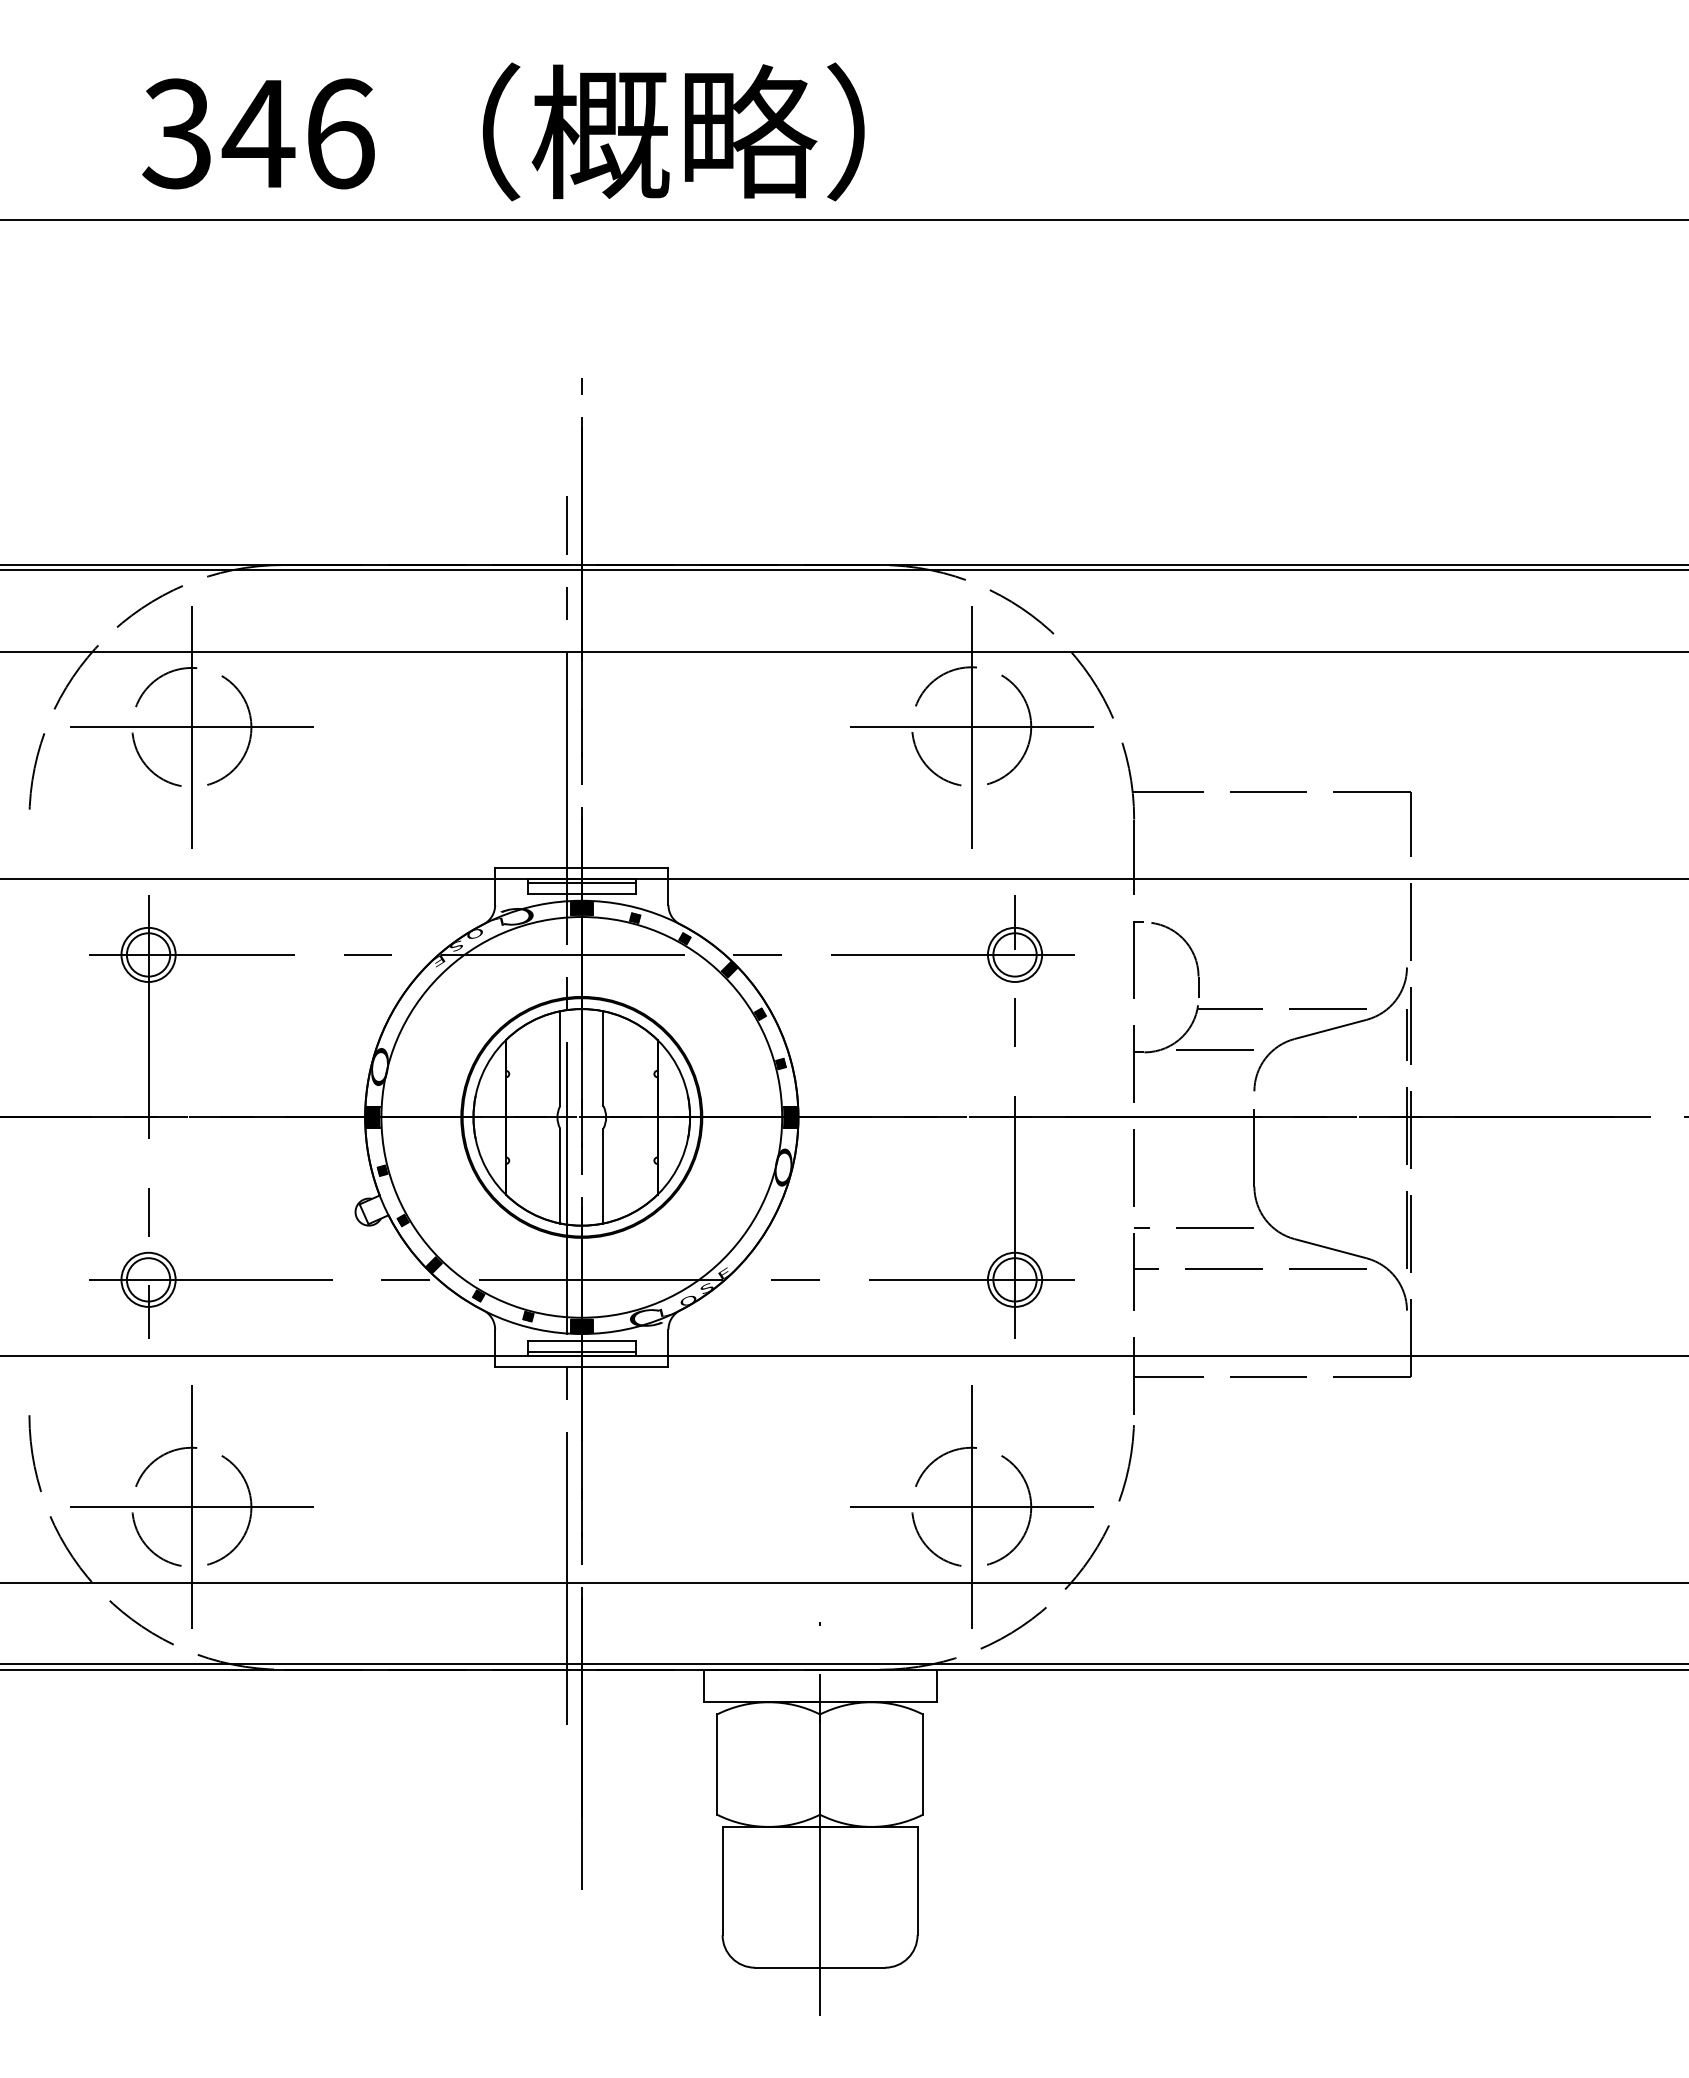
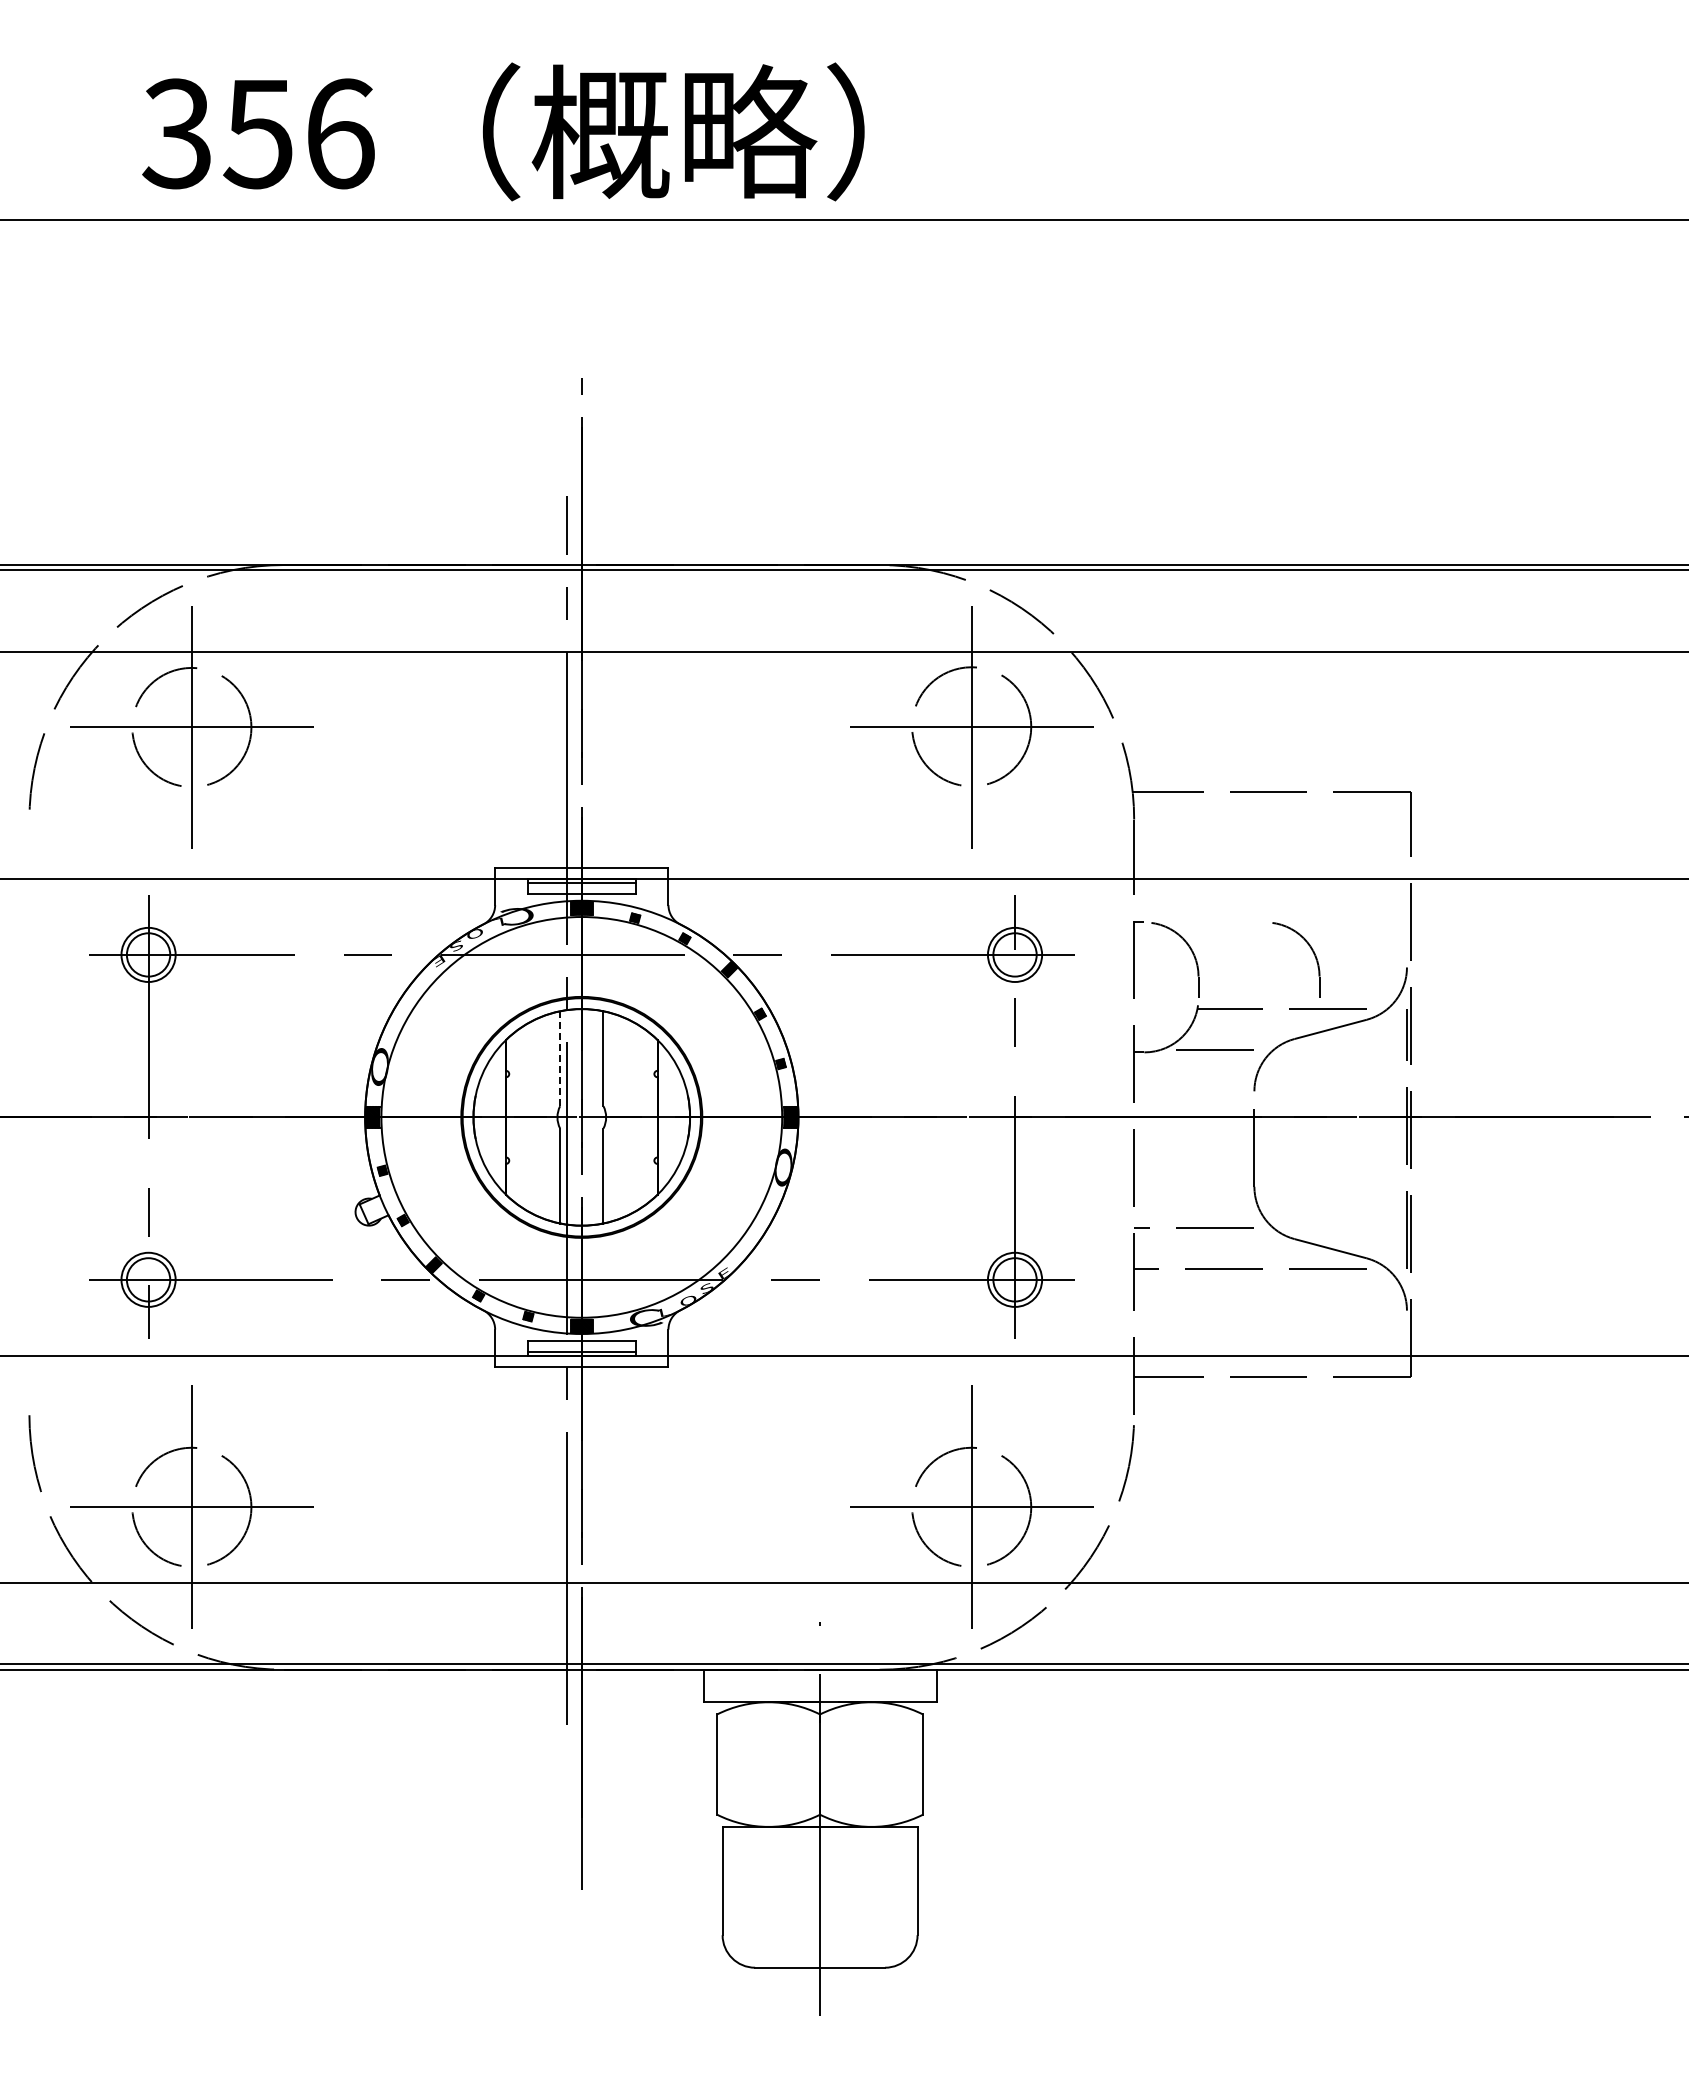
text at (258, 134): 346 -> 356
part at (1312, 952): none -> present
line at (560, 1058): solid -> dashed
